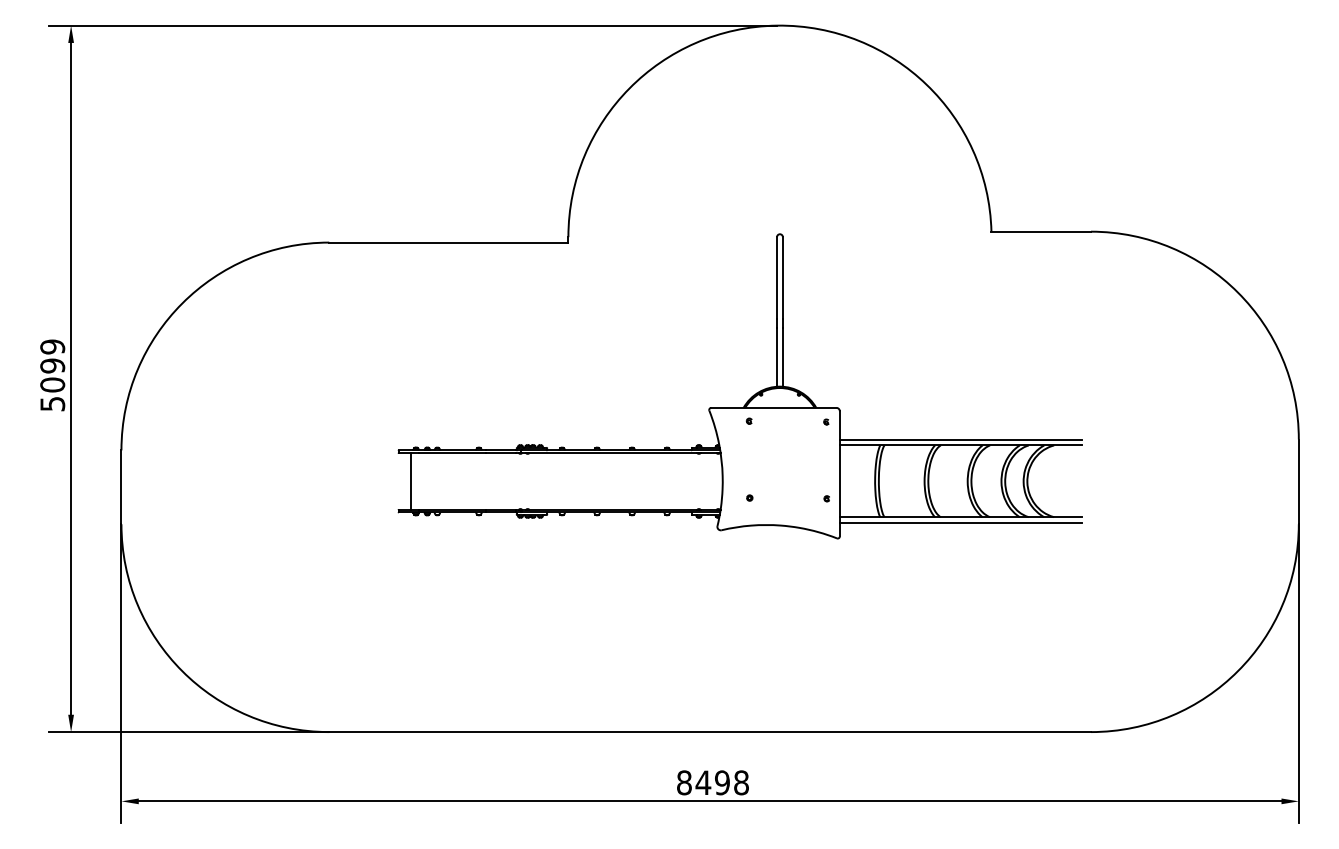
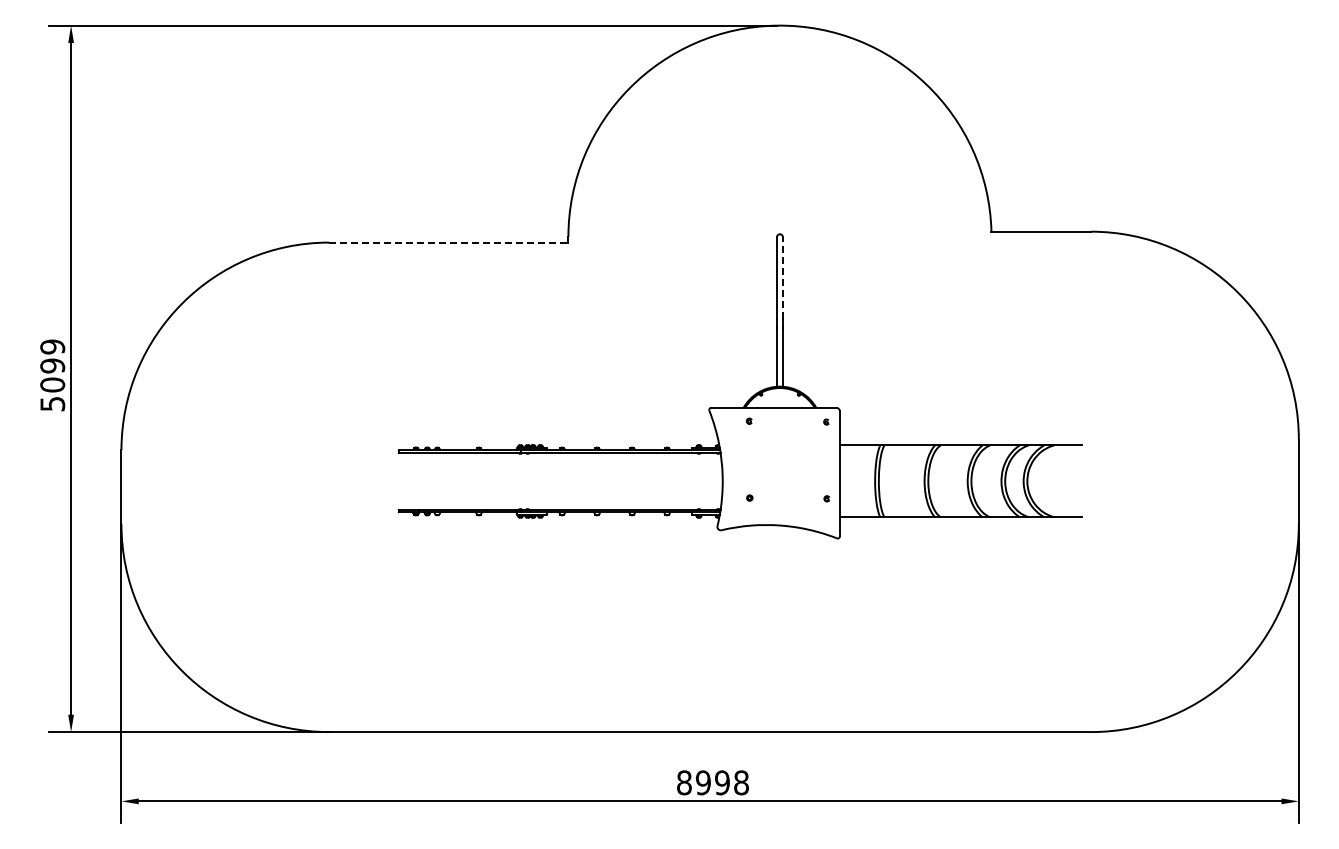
line at (448, 242): solid -> dashed
line at (782, 277): solid -> dashed
line at (960, 439): present -> none
line at (411, 481): present -> none
line at (960, 523): present -> none
text at (703, 782): 8498 -> 8998
